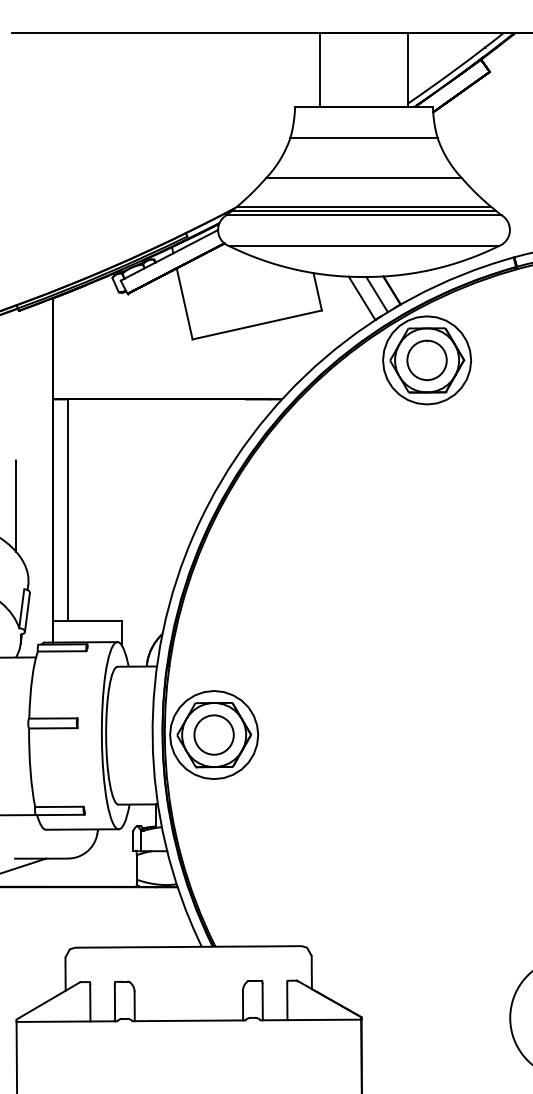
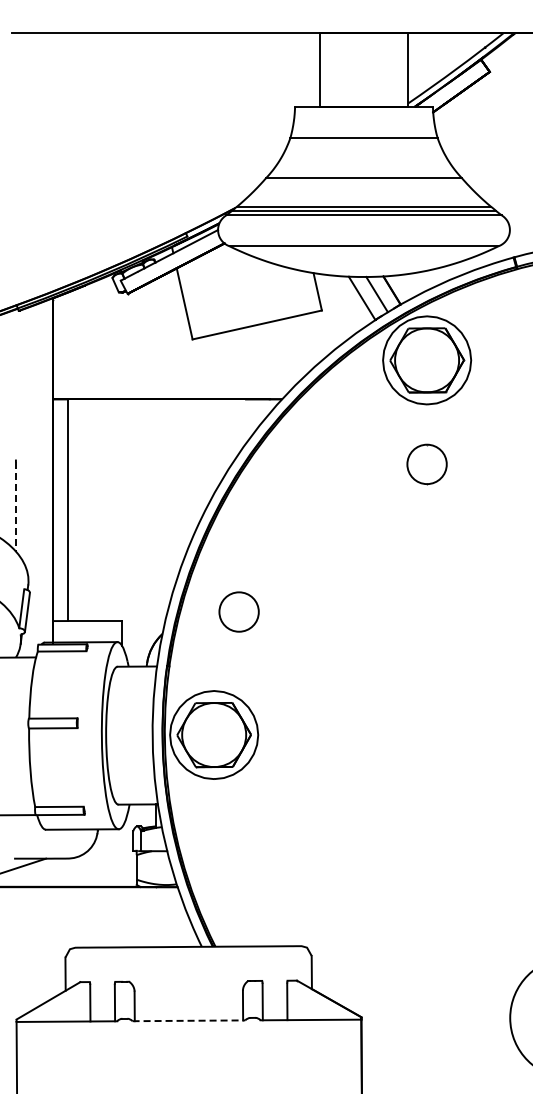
part at (426, 360) position: (426, 360) -> (426, 464)
line at (15, 507): solid -> dashed
circle at (213, 734) position: (213, 734) -> (238, 611)
line at (189, 1020): solid -> dashed
